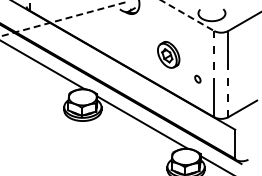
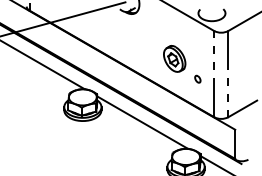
line at (187, 15): dashed -> solid
line at (62, 19): dashed -> solid
part at (168, 54) position: (168, 54) -> (174, 58)
